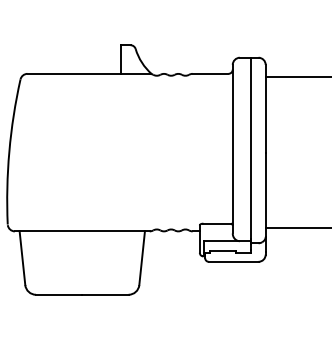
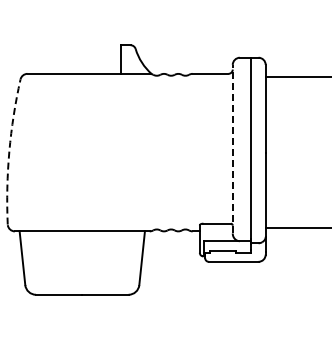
line at (232, 148): solid -> dashed
arc at (9, 151): solid -> dashed
